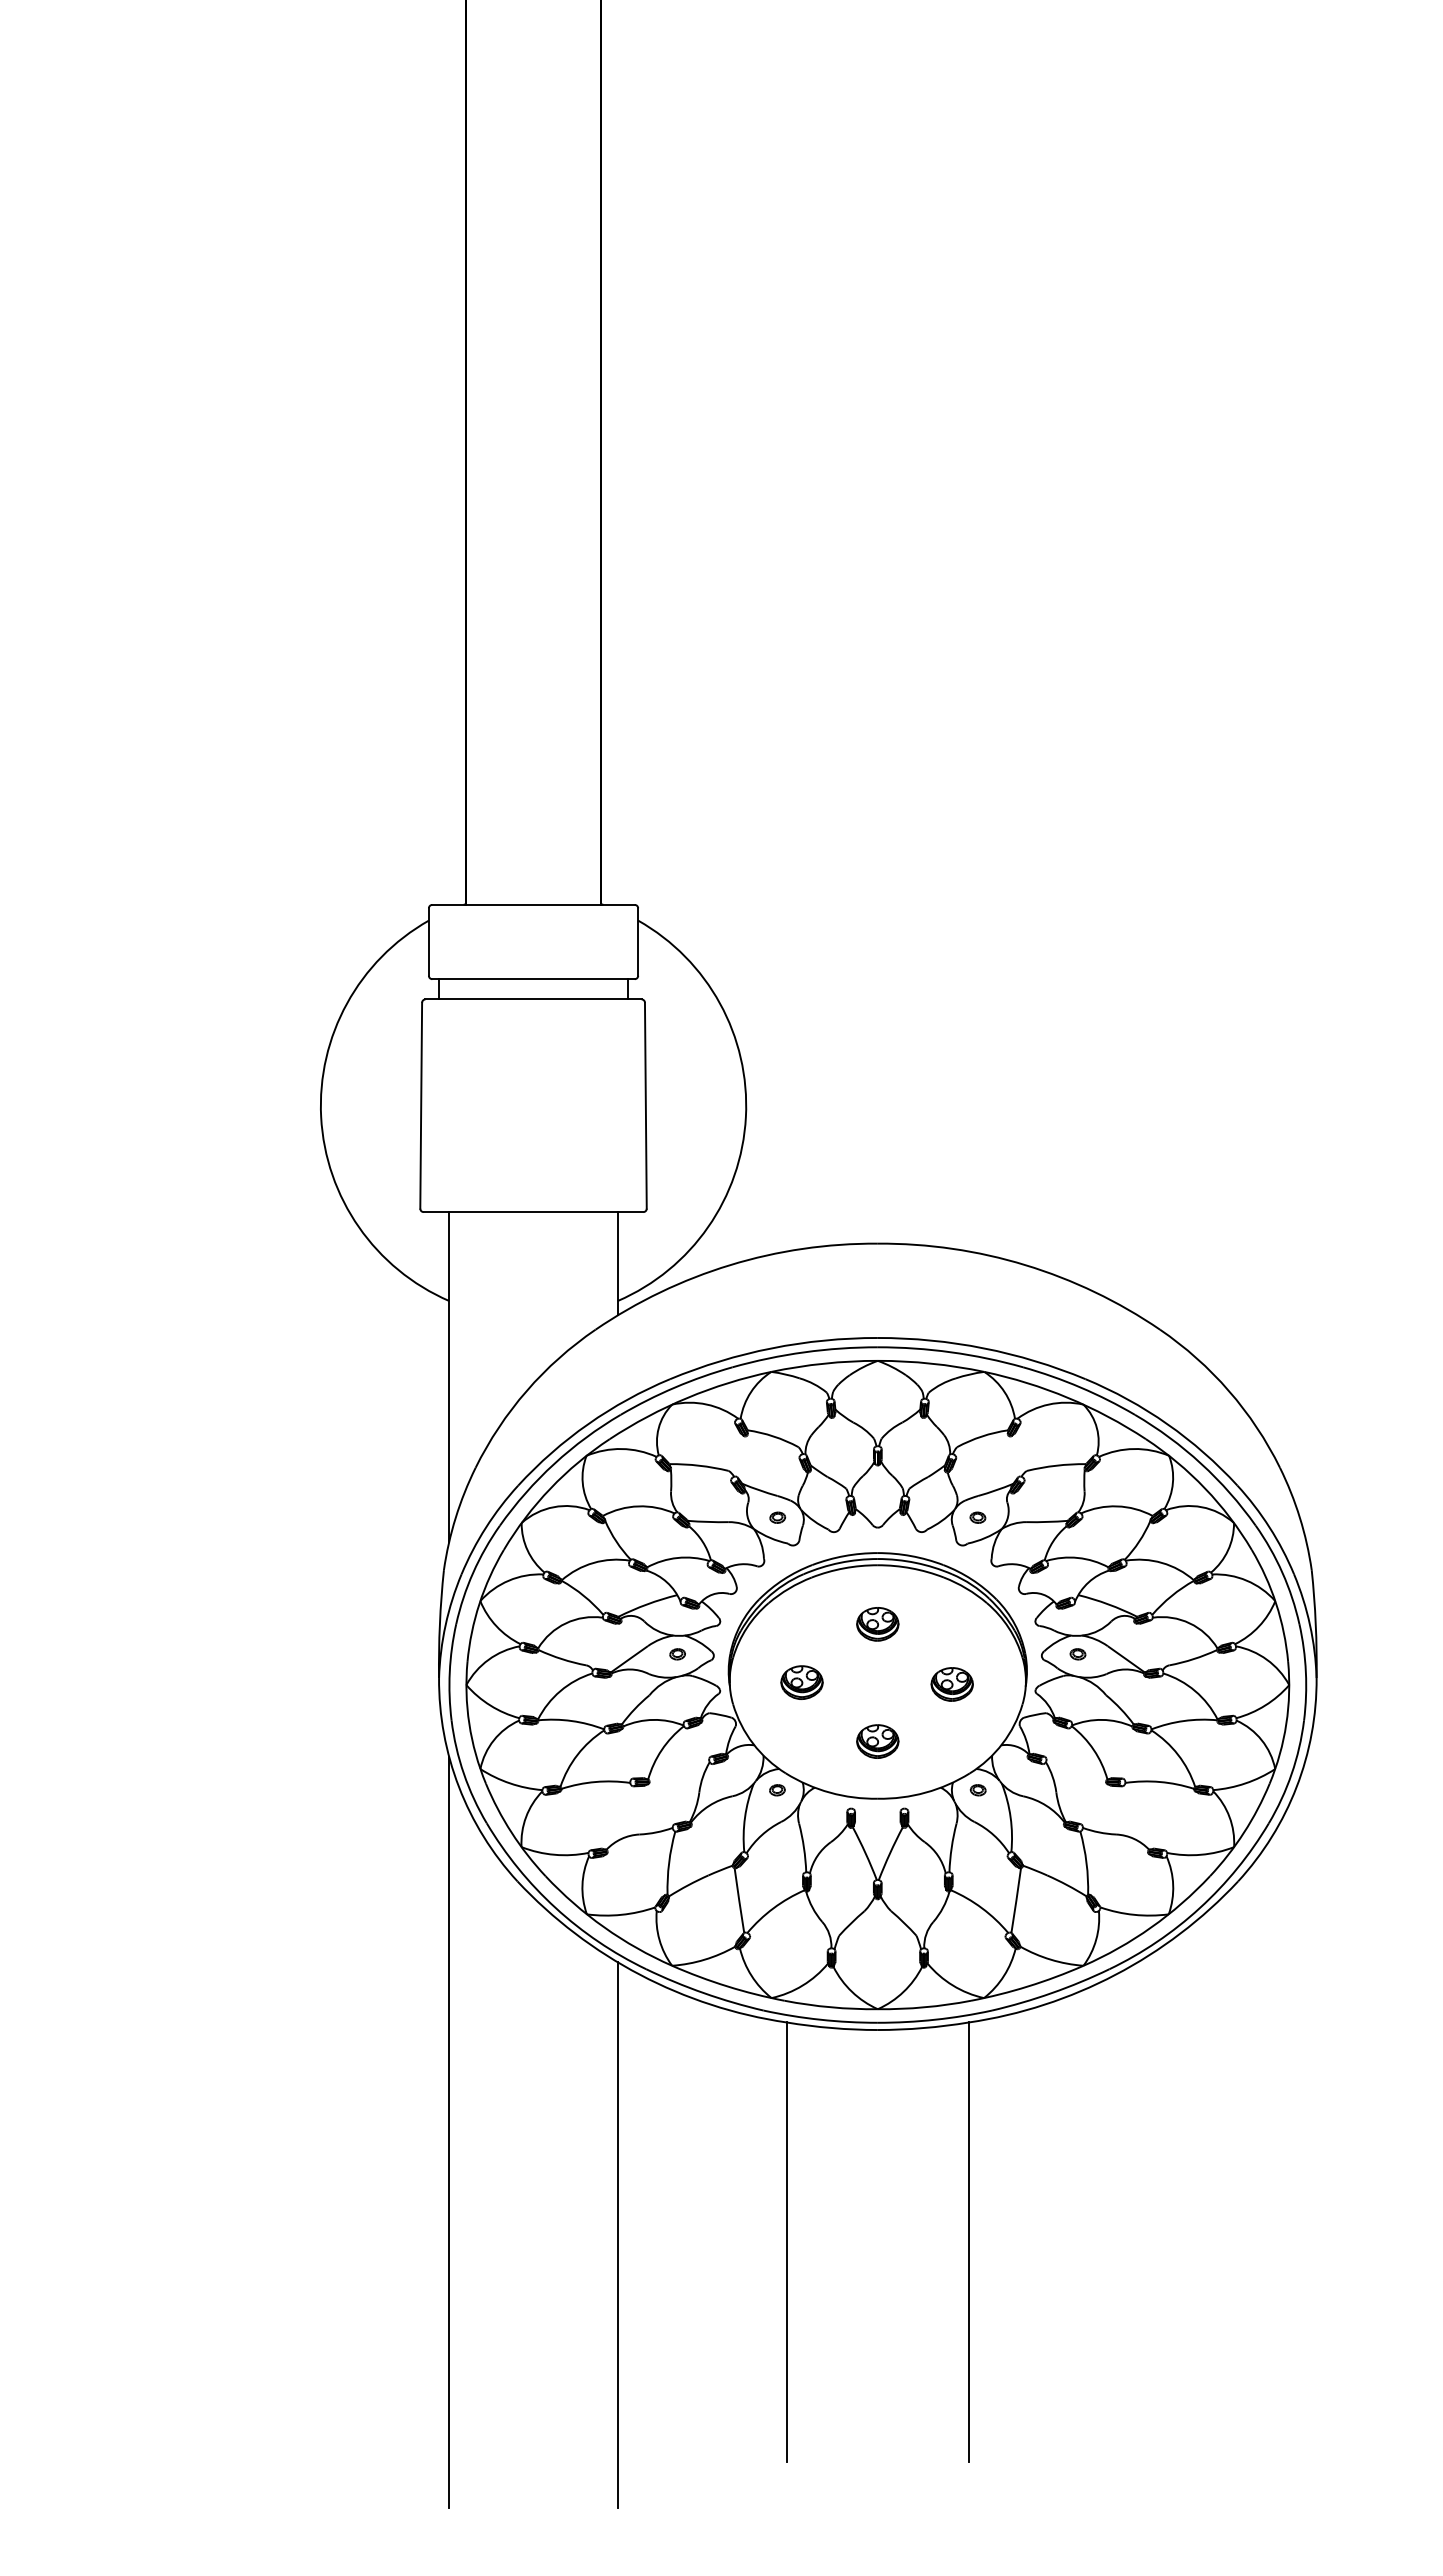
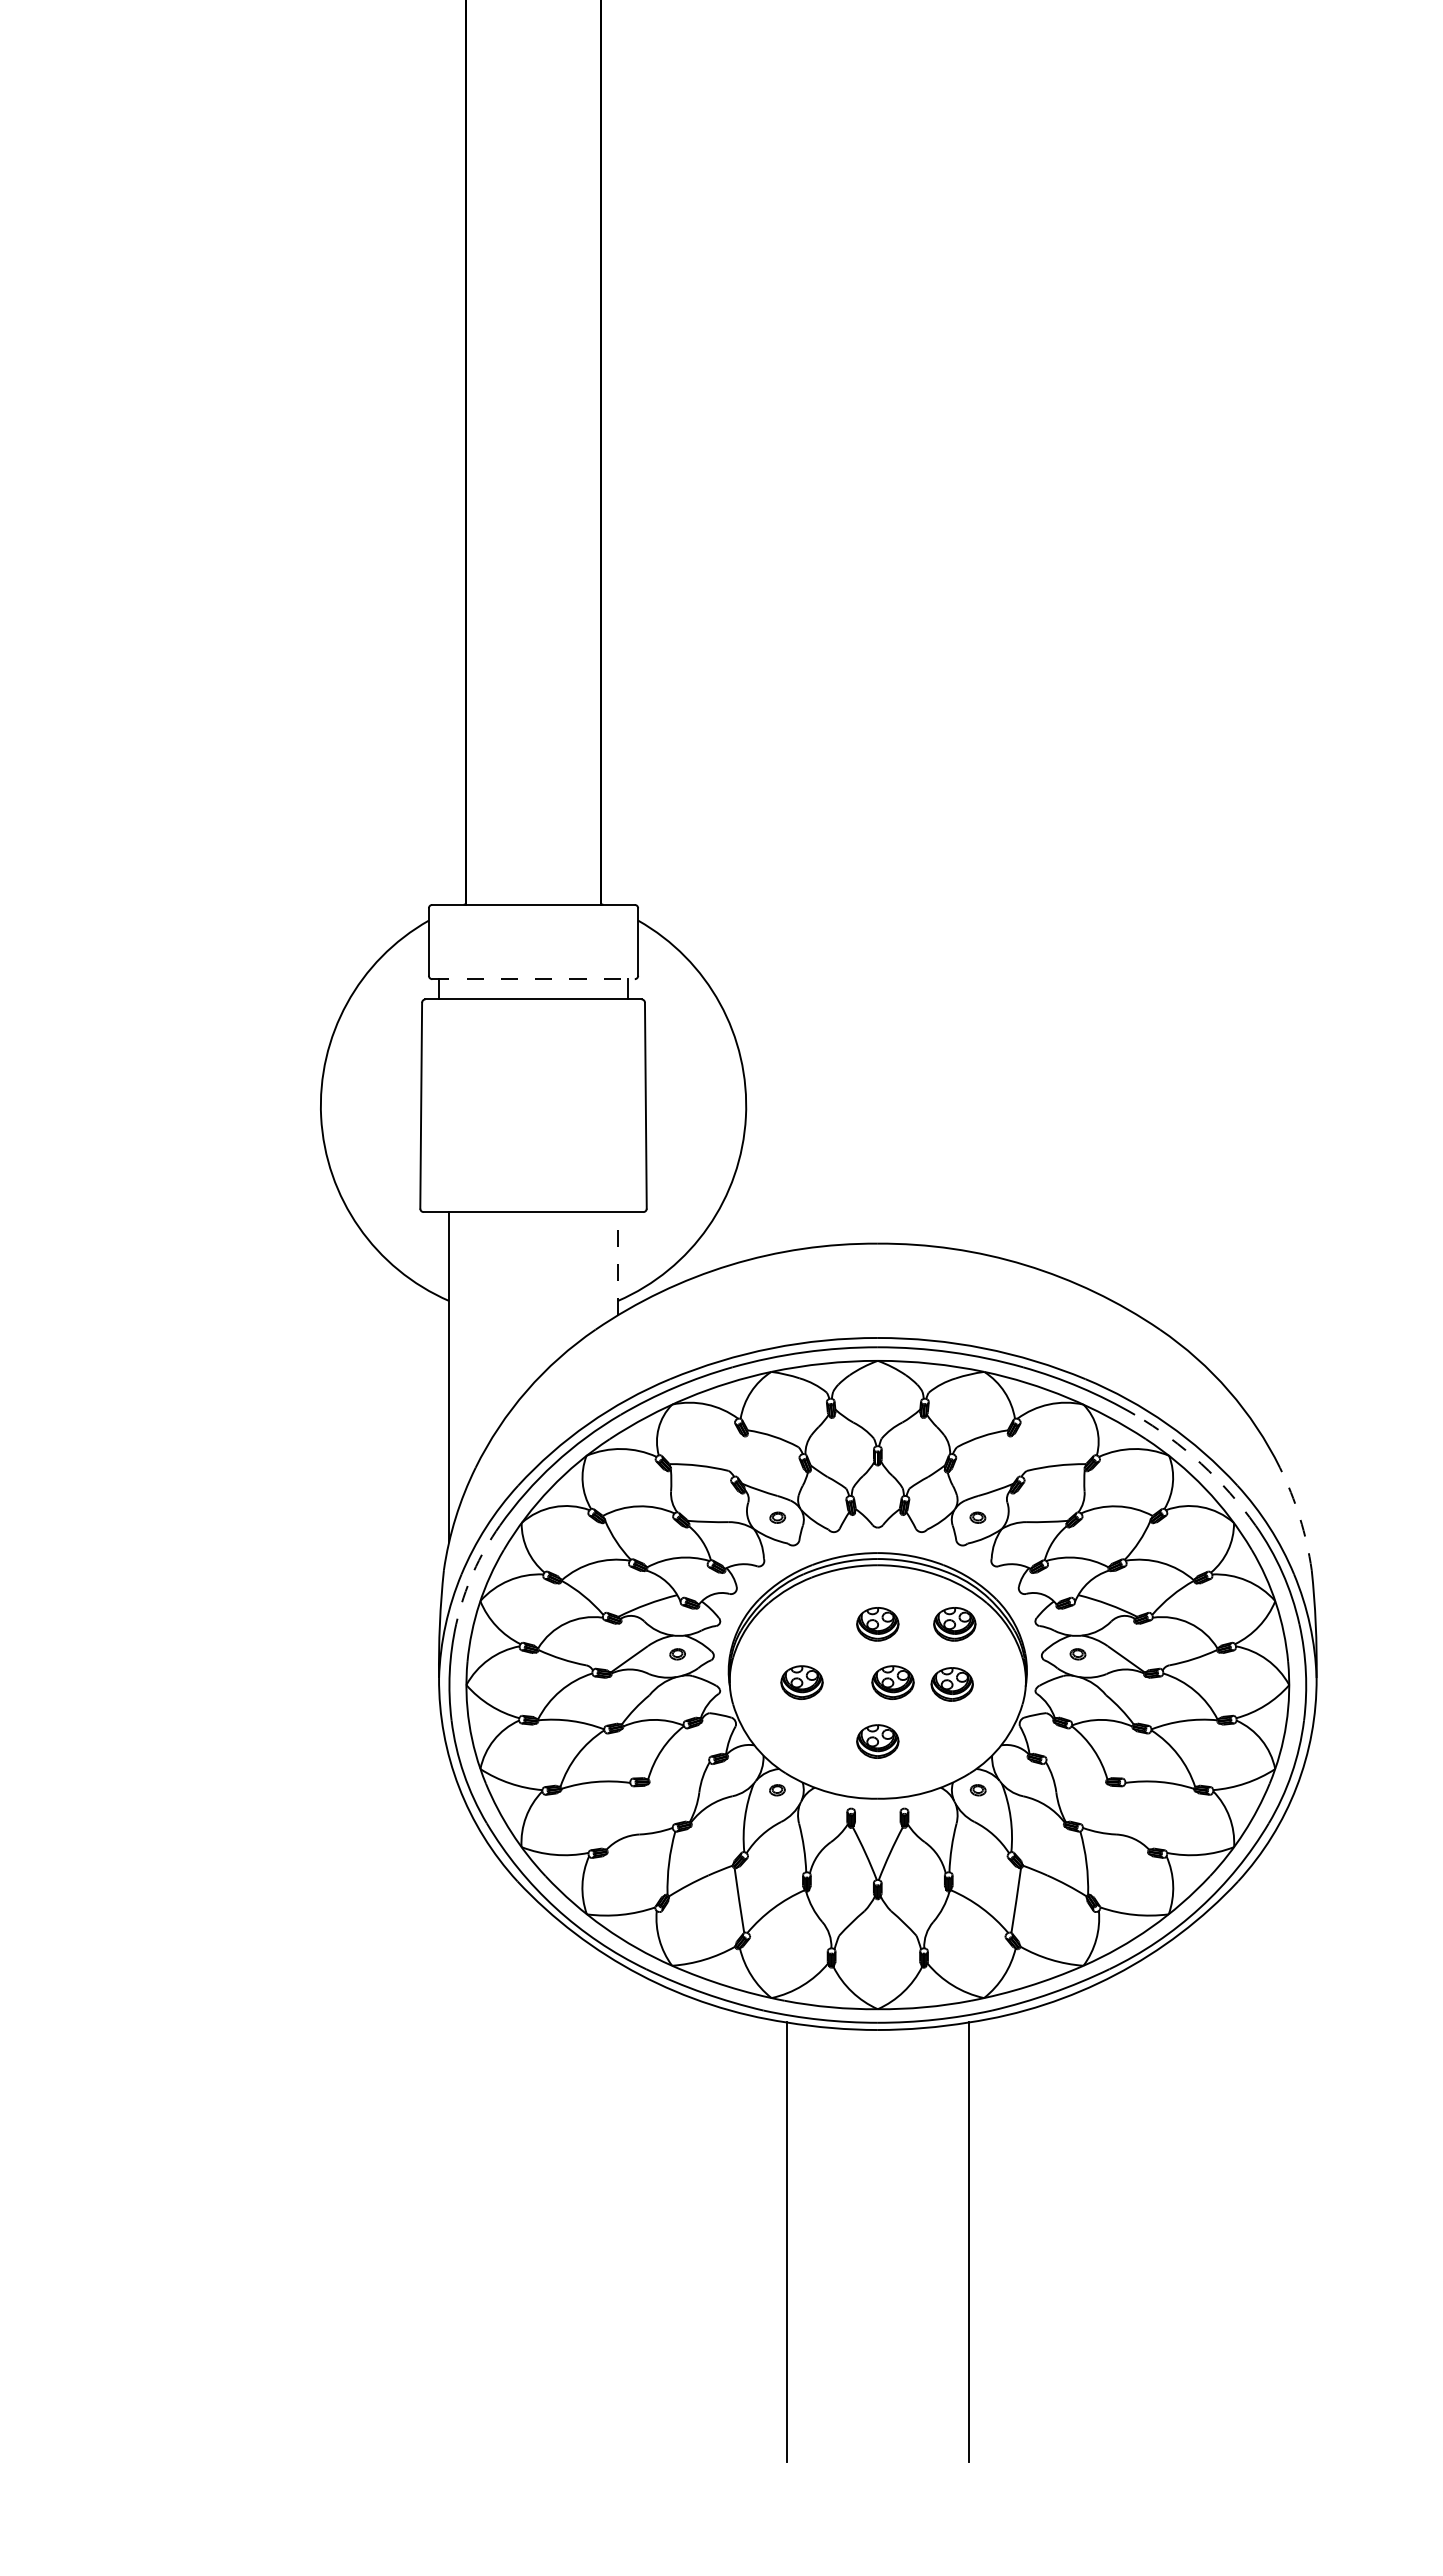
line at (534, 979): solid -> dashed
line at (617, 1263): solid -> dashed
arc at (1201, 1463): solid -> dashed
arc at (1299, 1517): solid -> dashed
arc at (473, 1572): solid -> dashed
part at (954, 1624): none -> present
part at (892, 1682): none -> present
line at (449, 2131): present -> none
line at (617, 2234): present -> none
